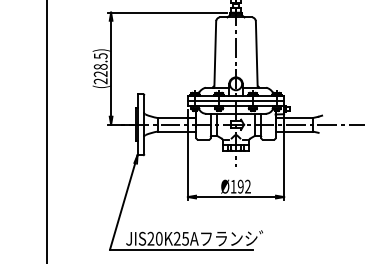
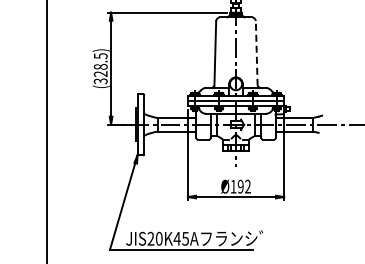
line at (256, 52): solid -> dashed
text at (100, 81): (228.5) -> (328.5)
text at (176, 238): JIS20K25A -> JIS20K45A
